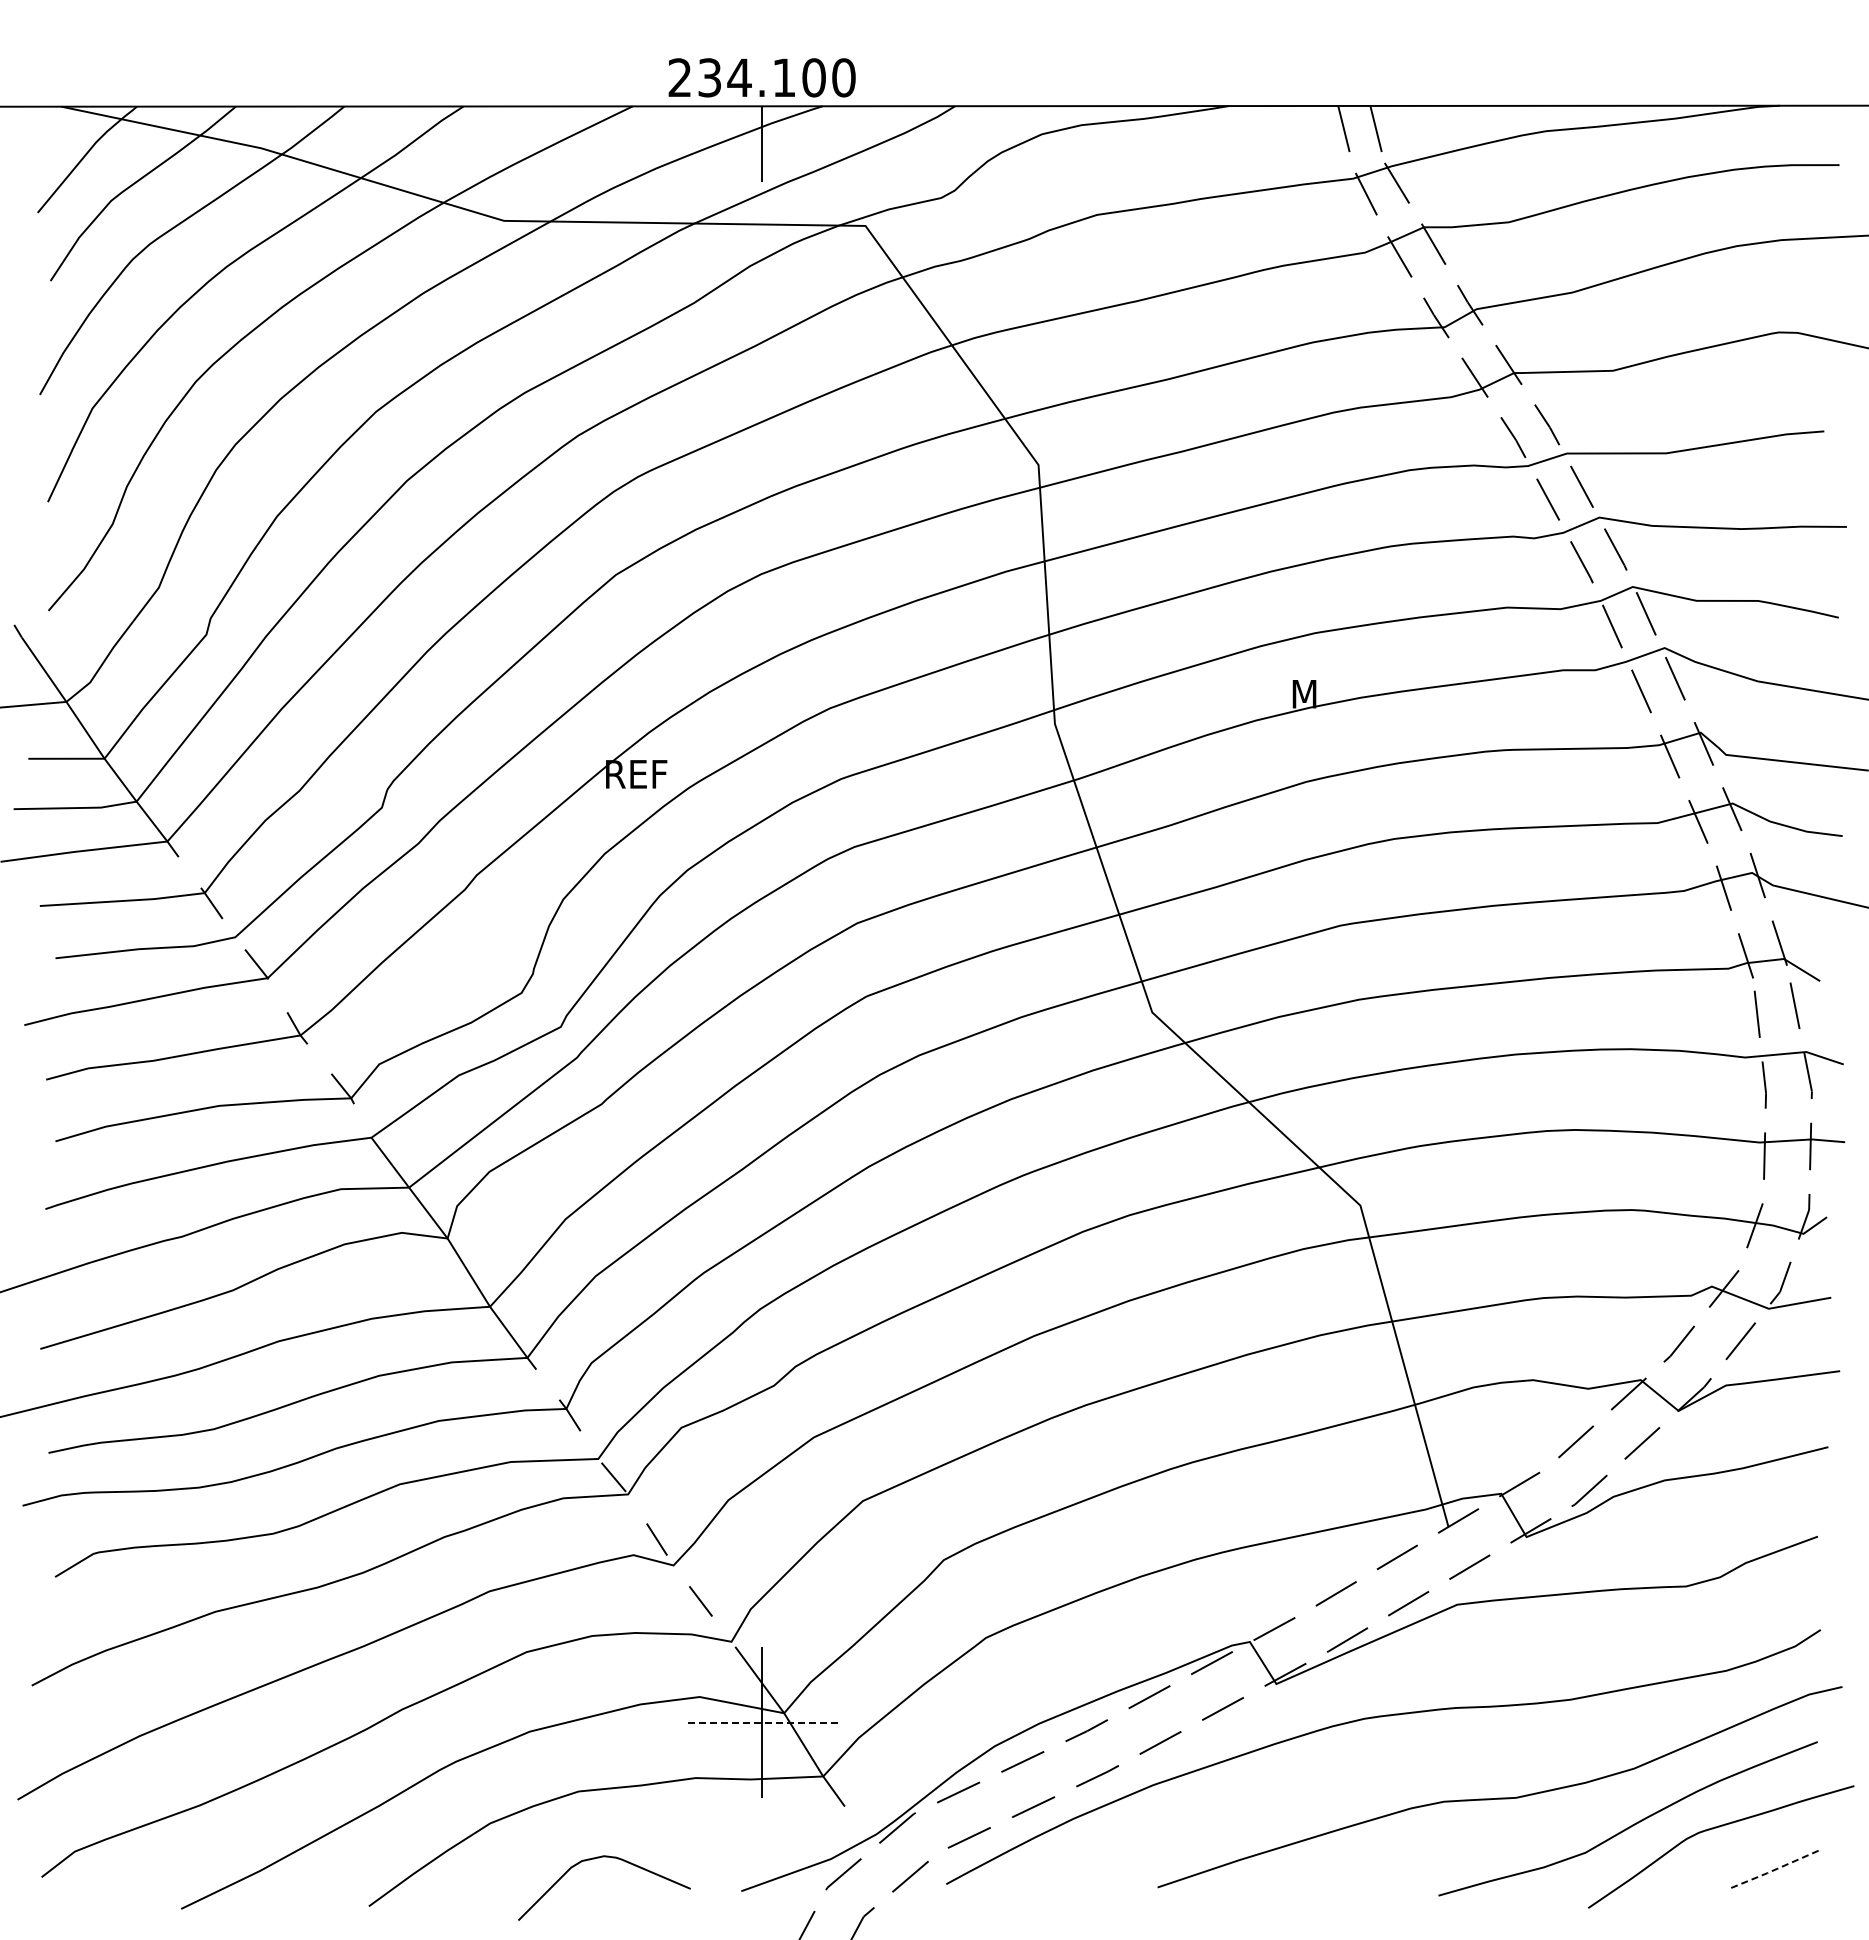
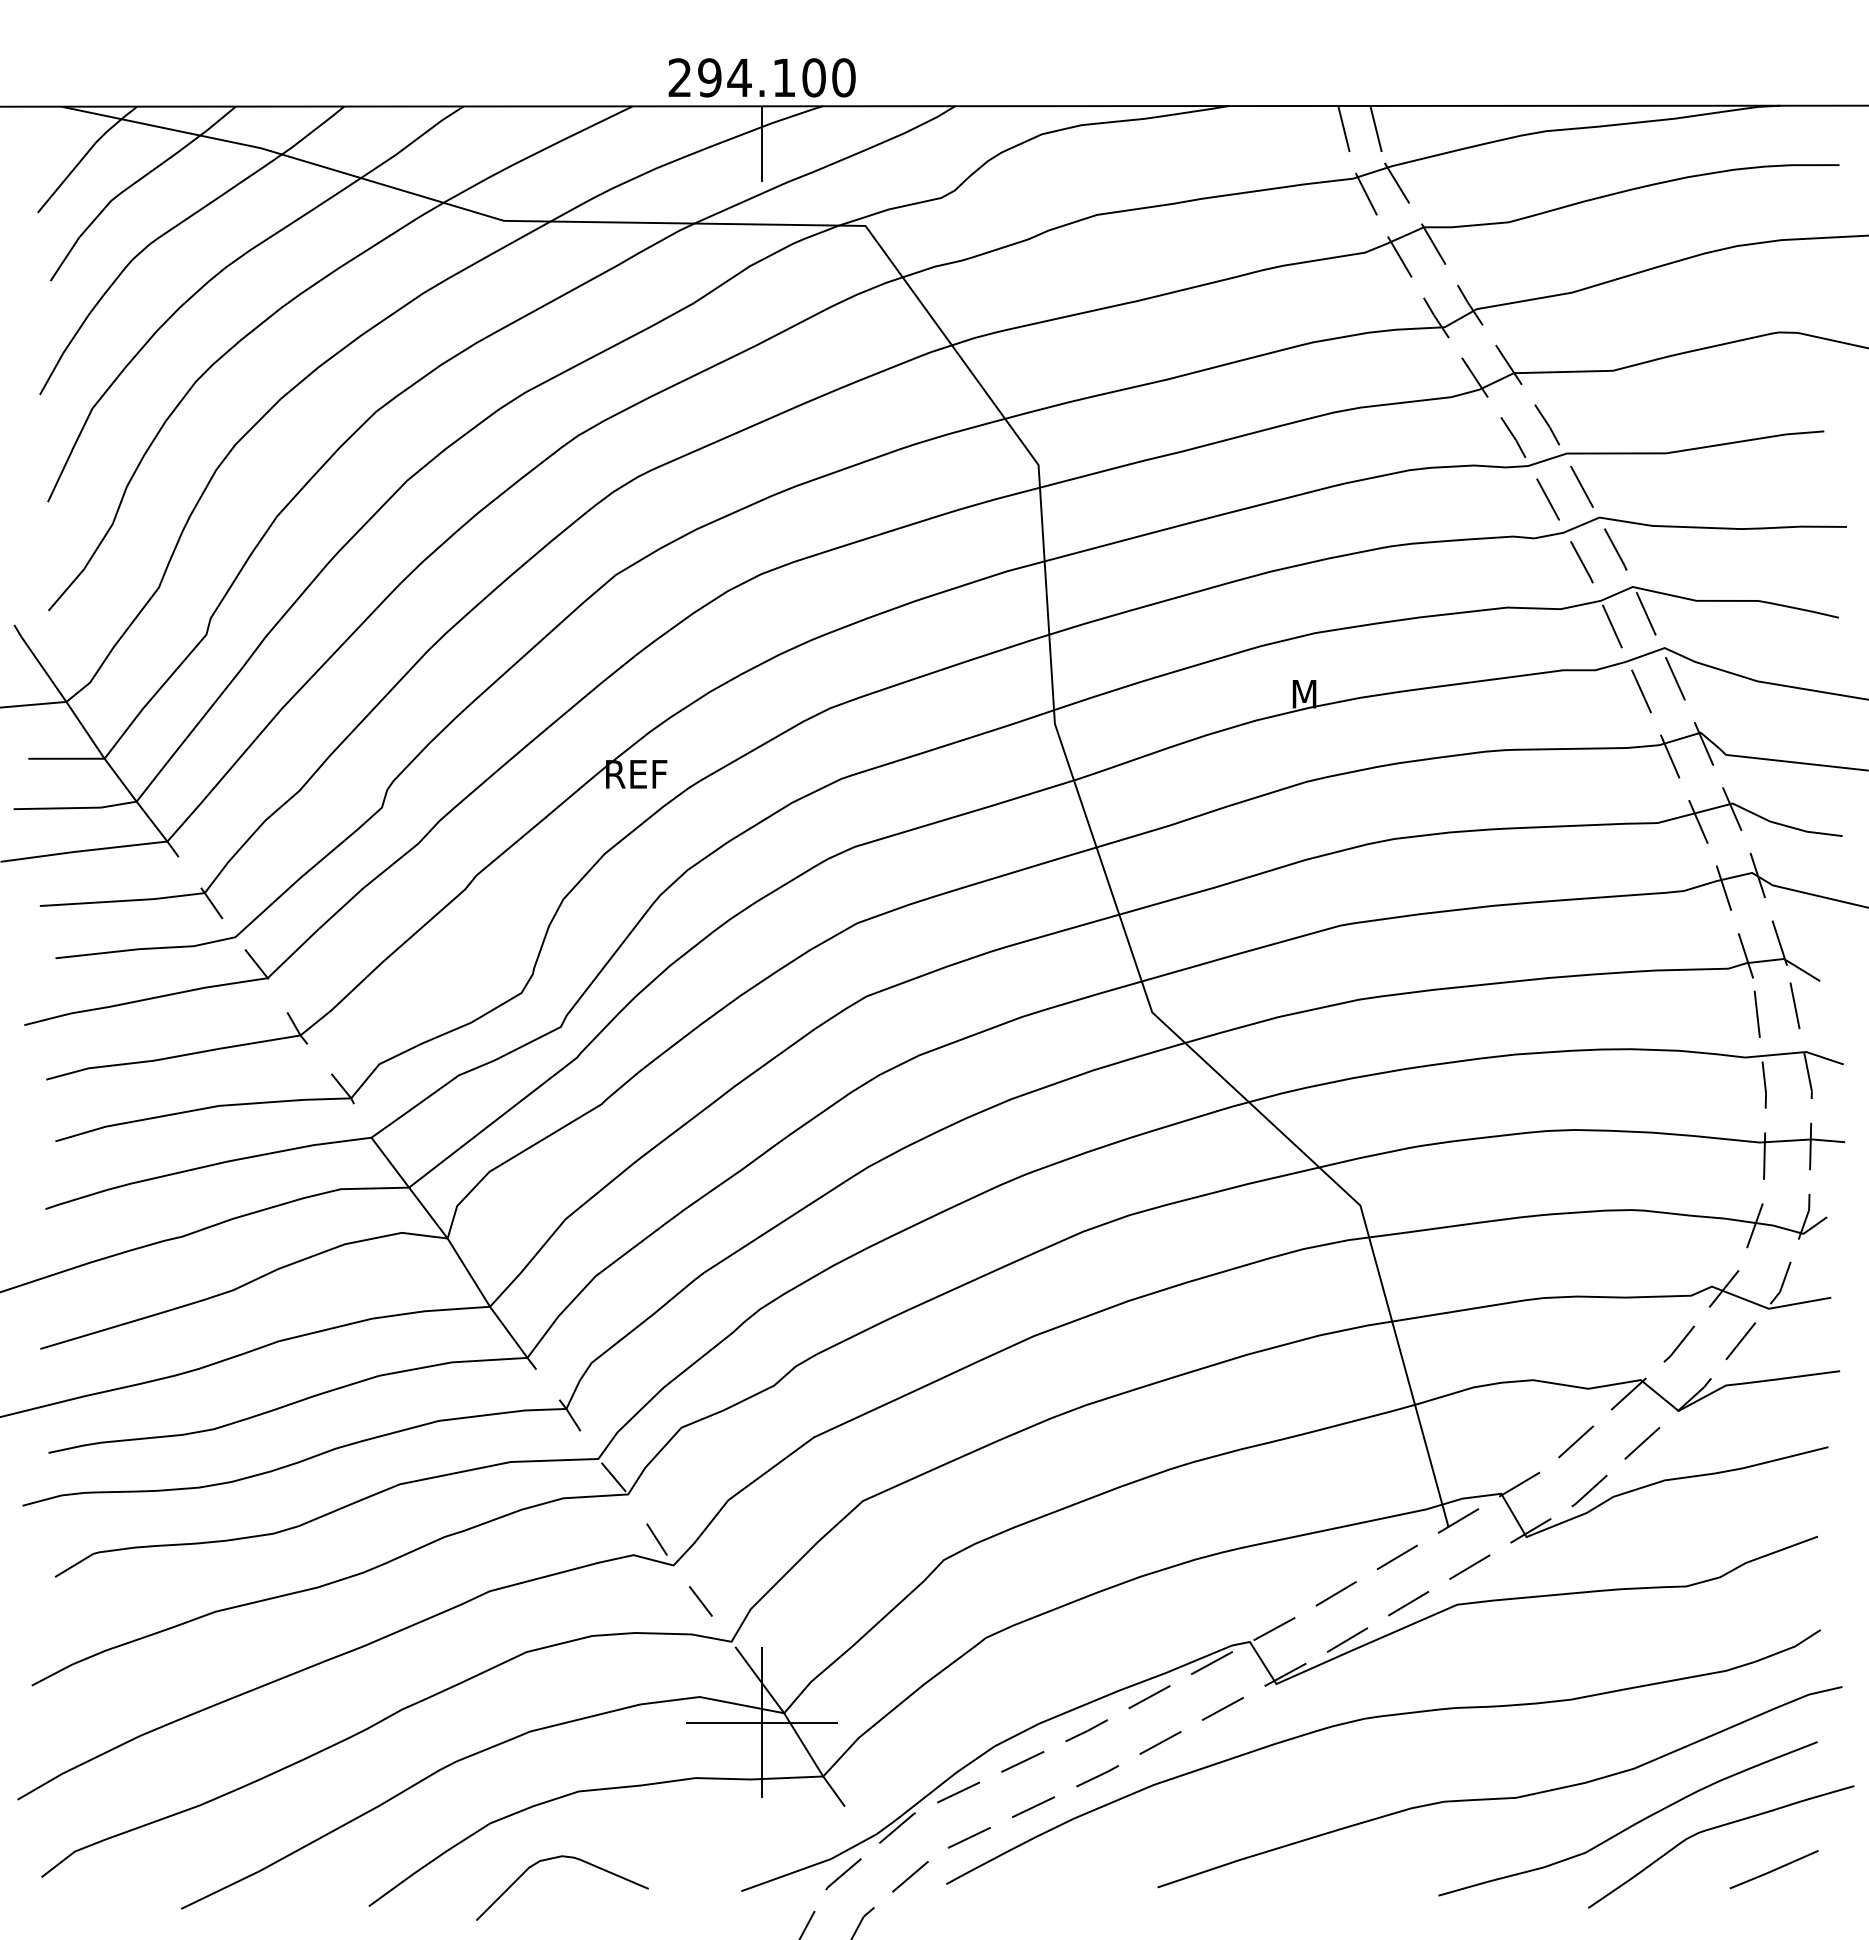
text at (709, 77): 234.100 -> 294.100
line at (762, 1722): dashed -> solid
curve at (599, 1858) position: (599, 1858) -> (557, 1858)
line at (1773, 1870): dashed -> solid
